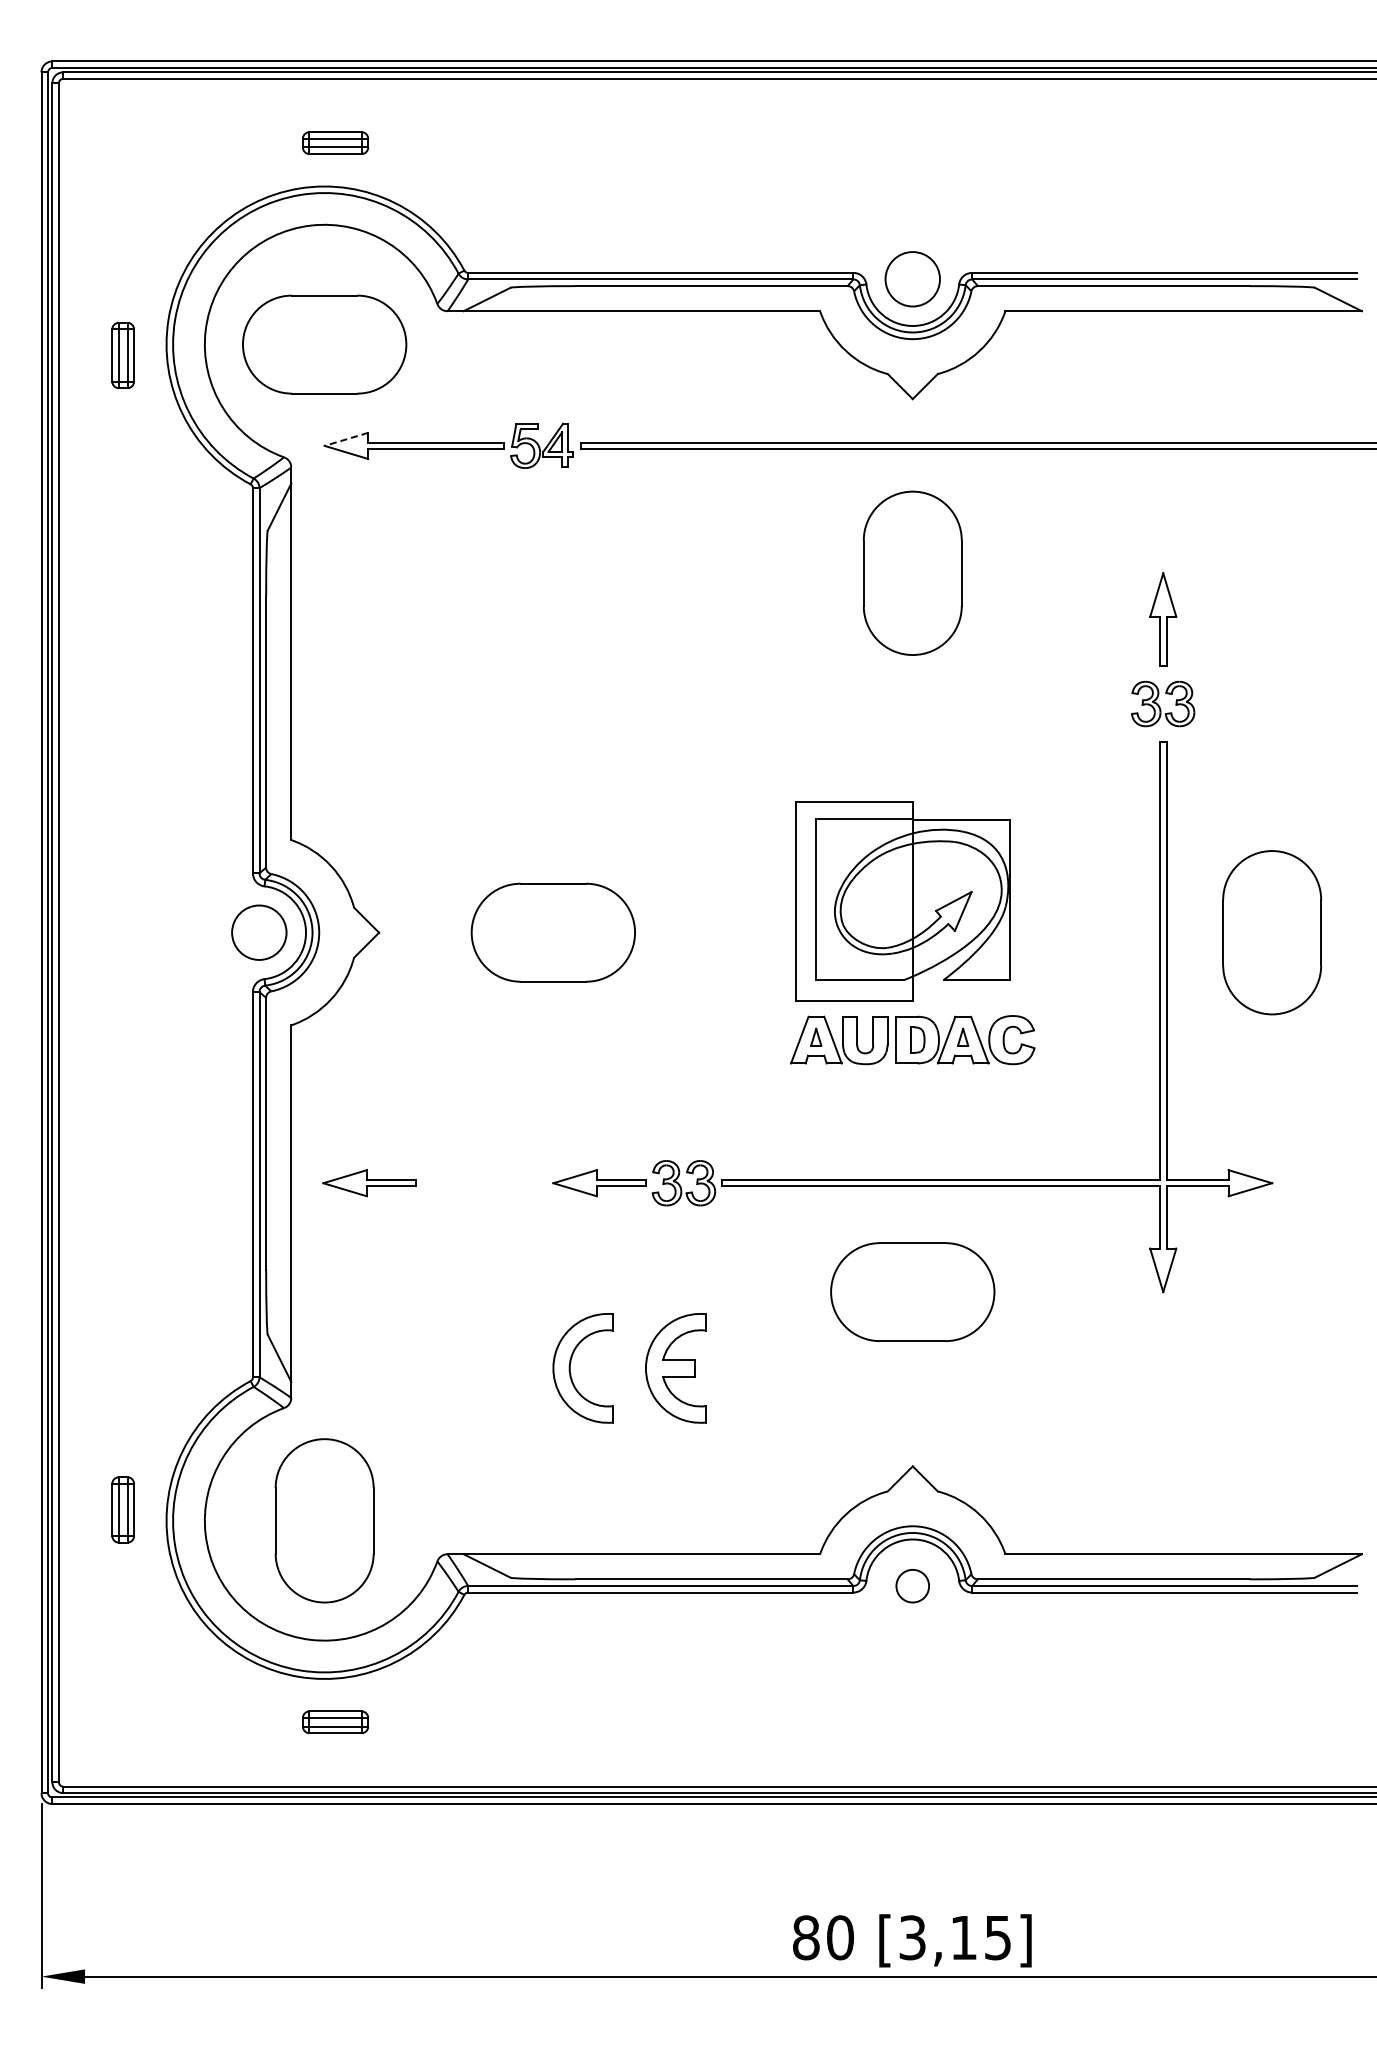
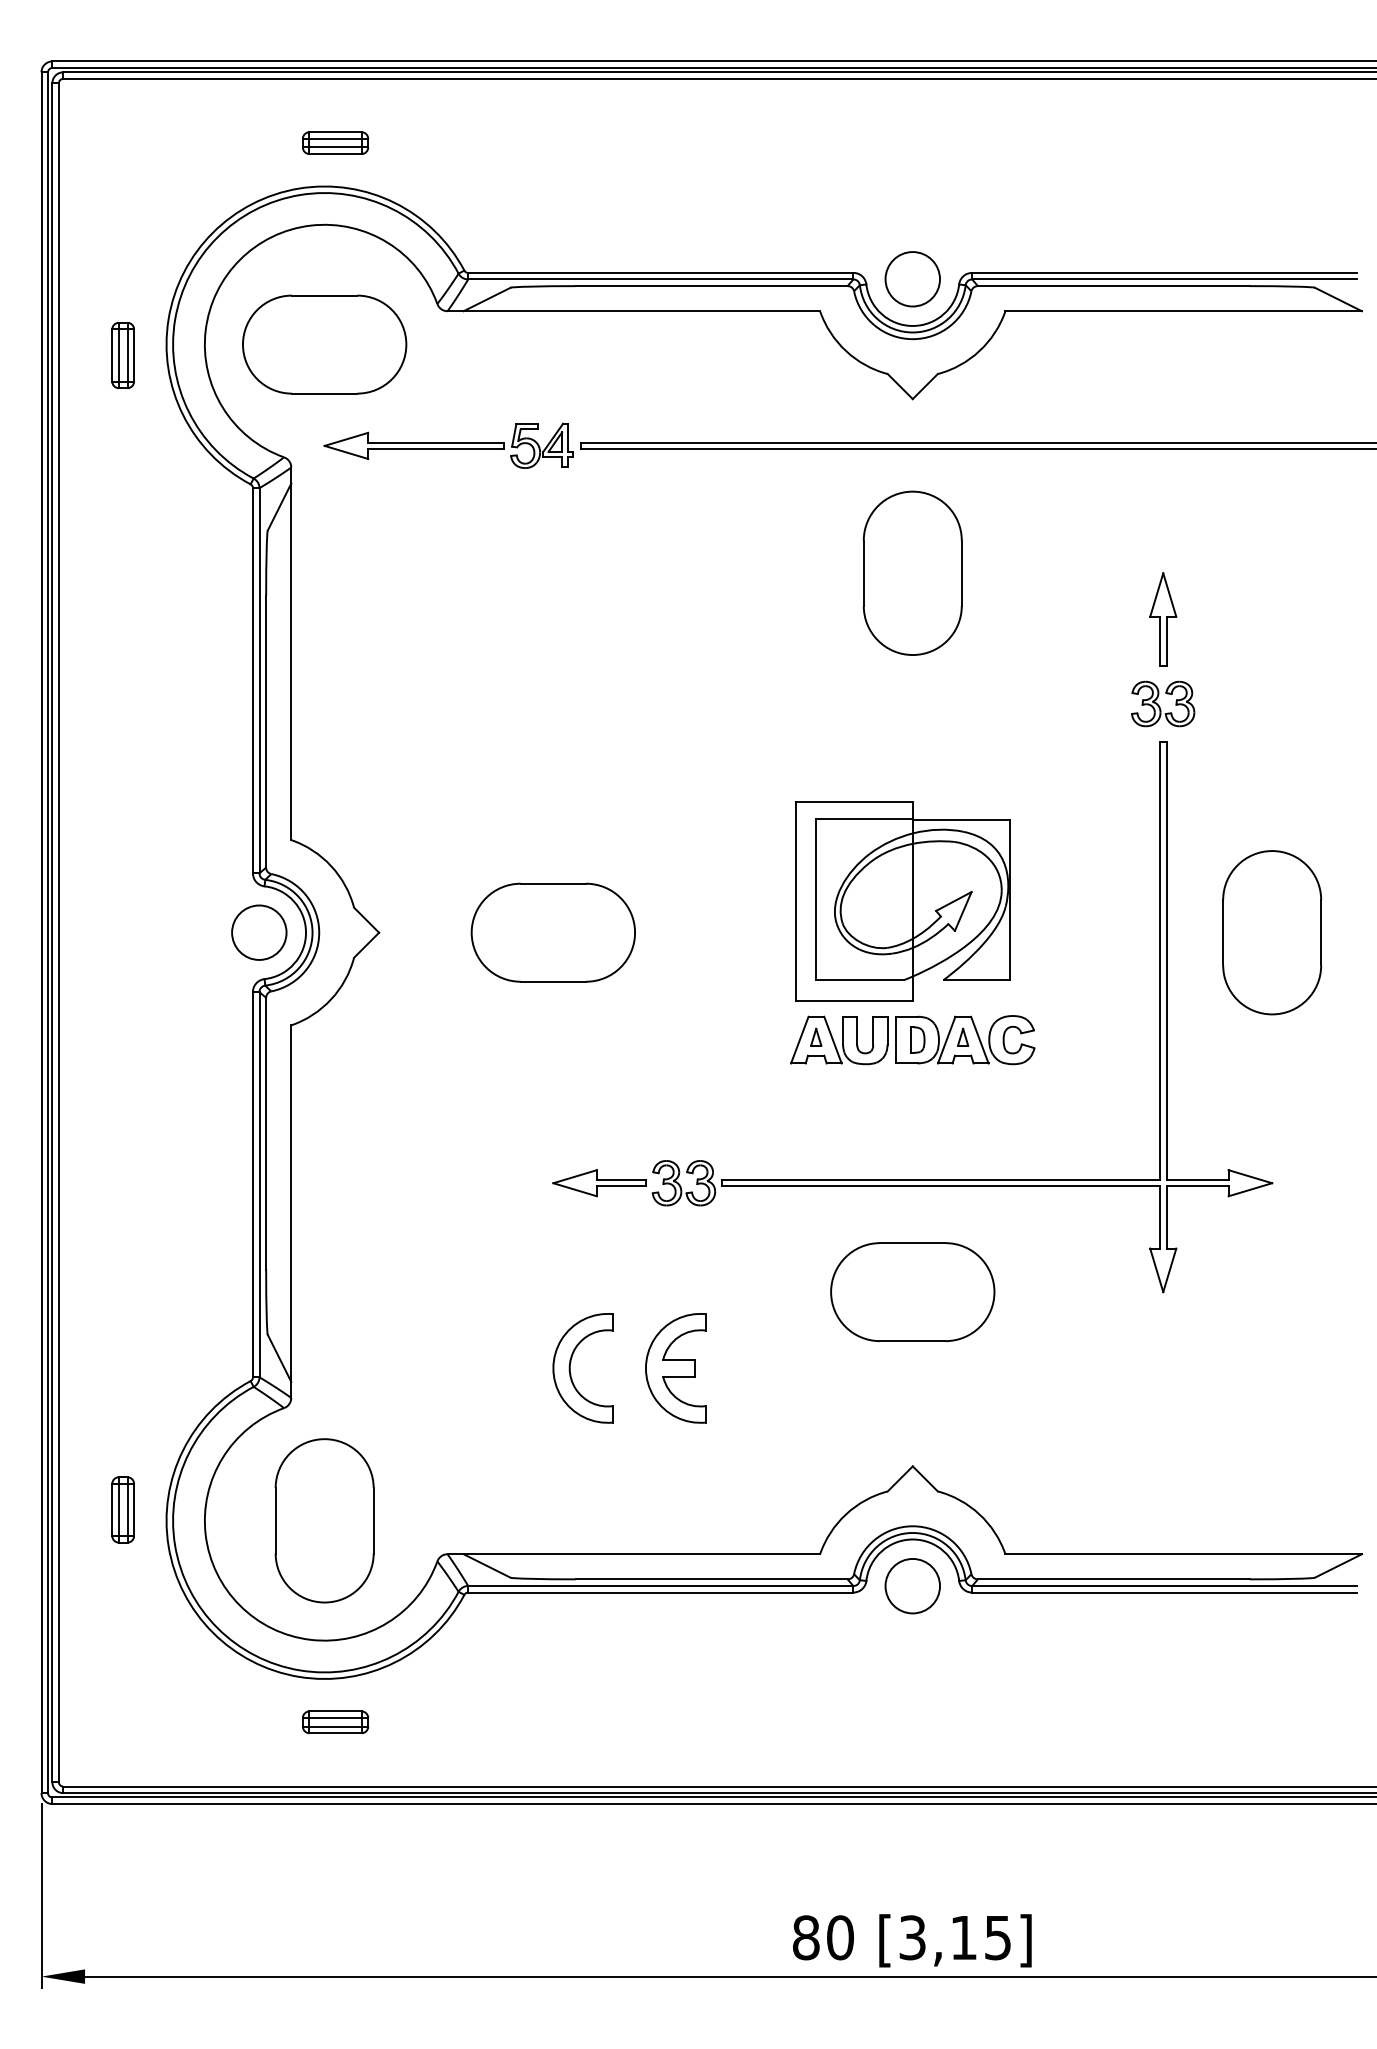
line at (346, 439): dashed -> solid
part at (369, 1183): present -> none
circle at (912, 1585) diameter: 33 px -> 54 px
